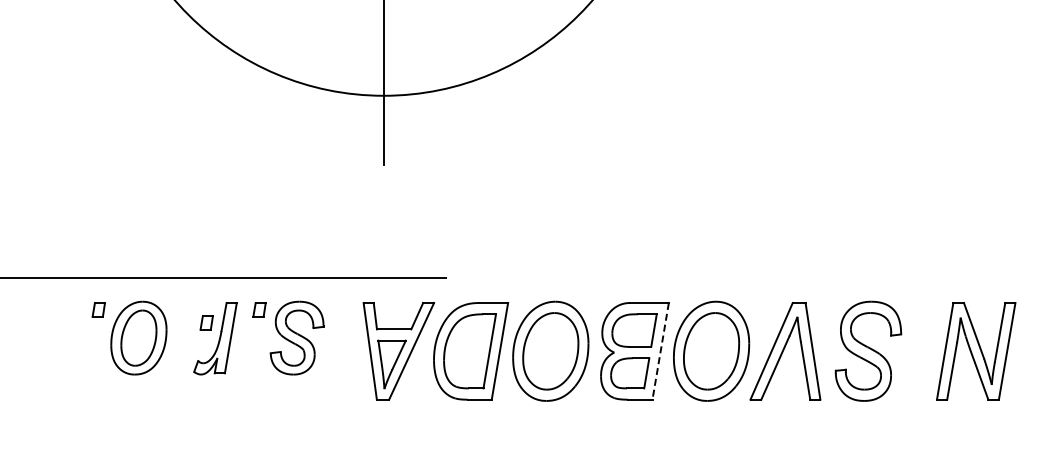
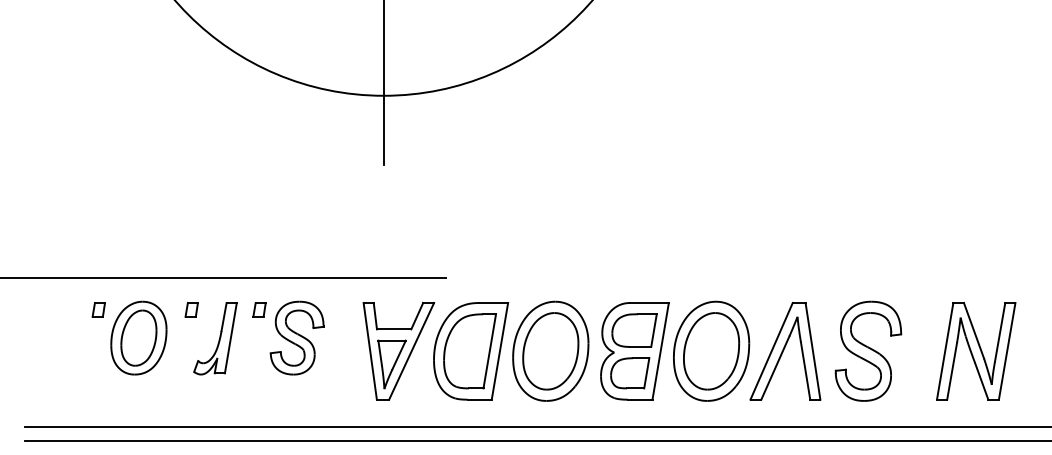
part at (206, 322) position: (206, 322) -> (191, 309)
line at (660, 351): dashed -> solid
line at (536, 427): none -> present
line at (536, 441): none -> present
